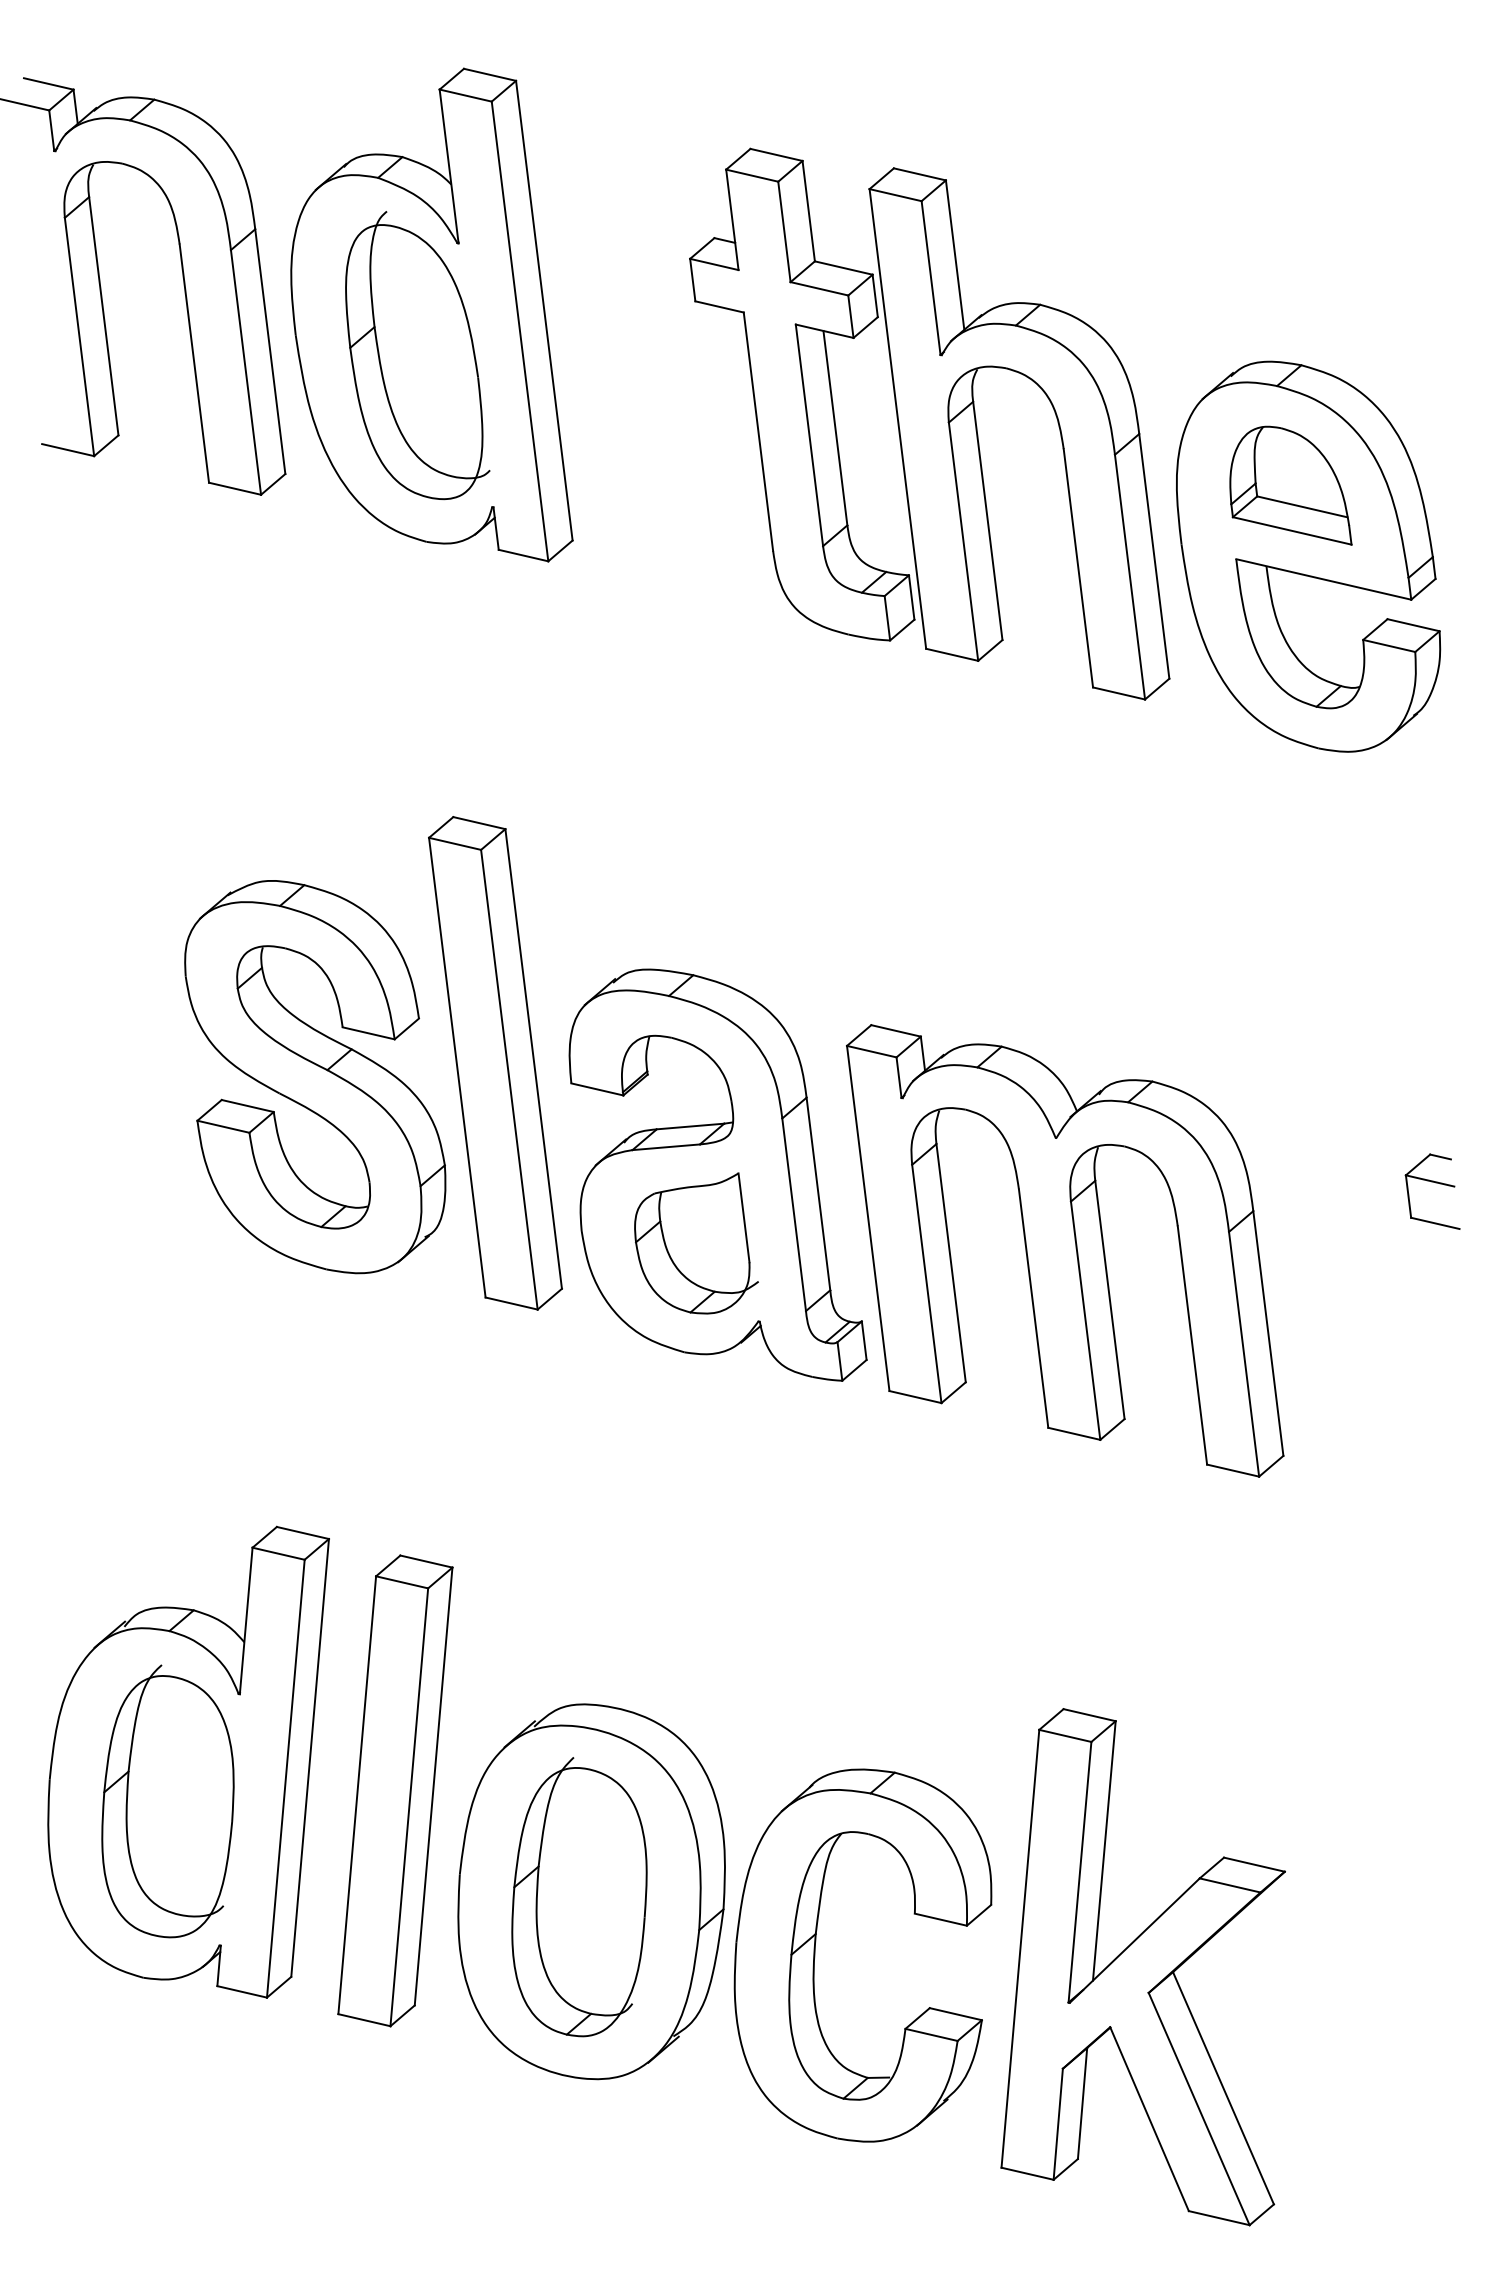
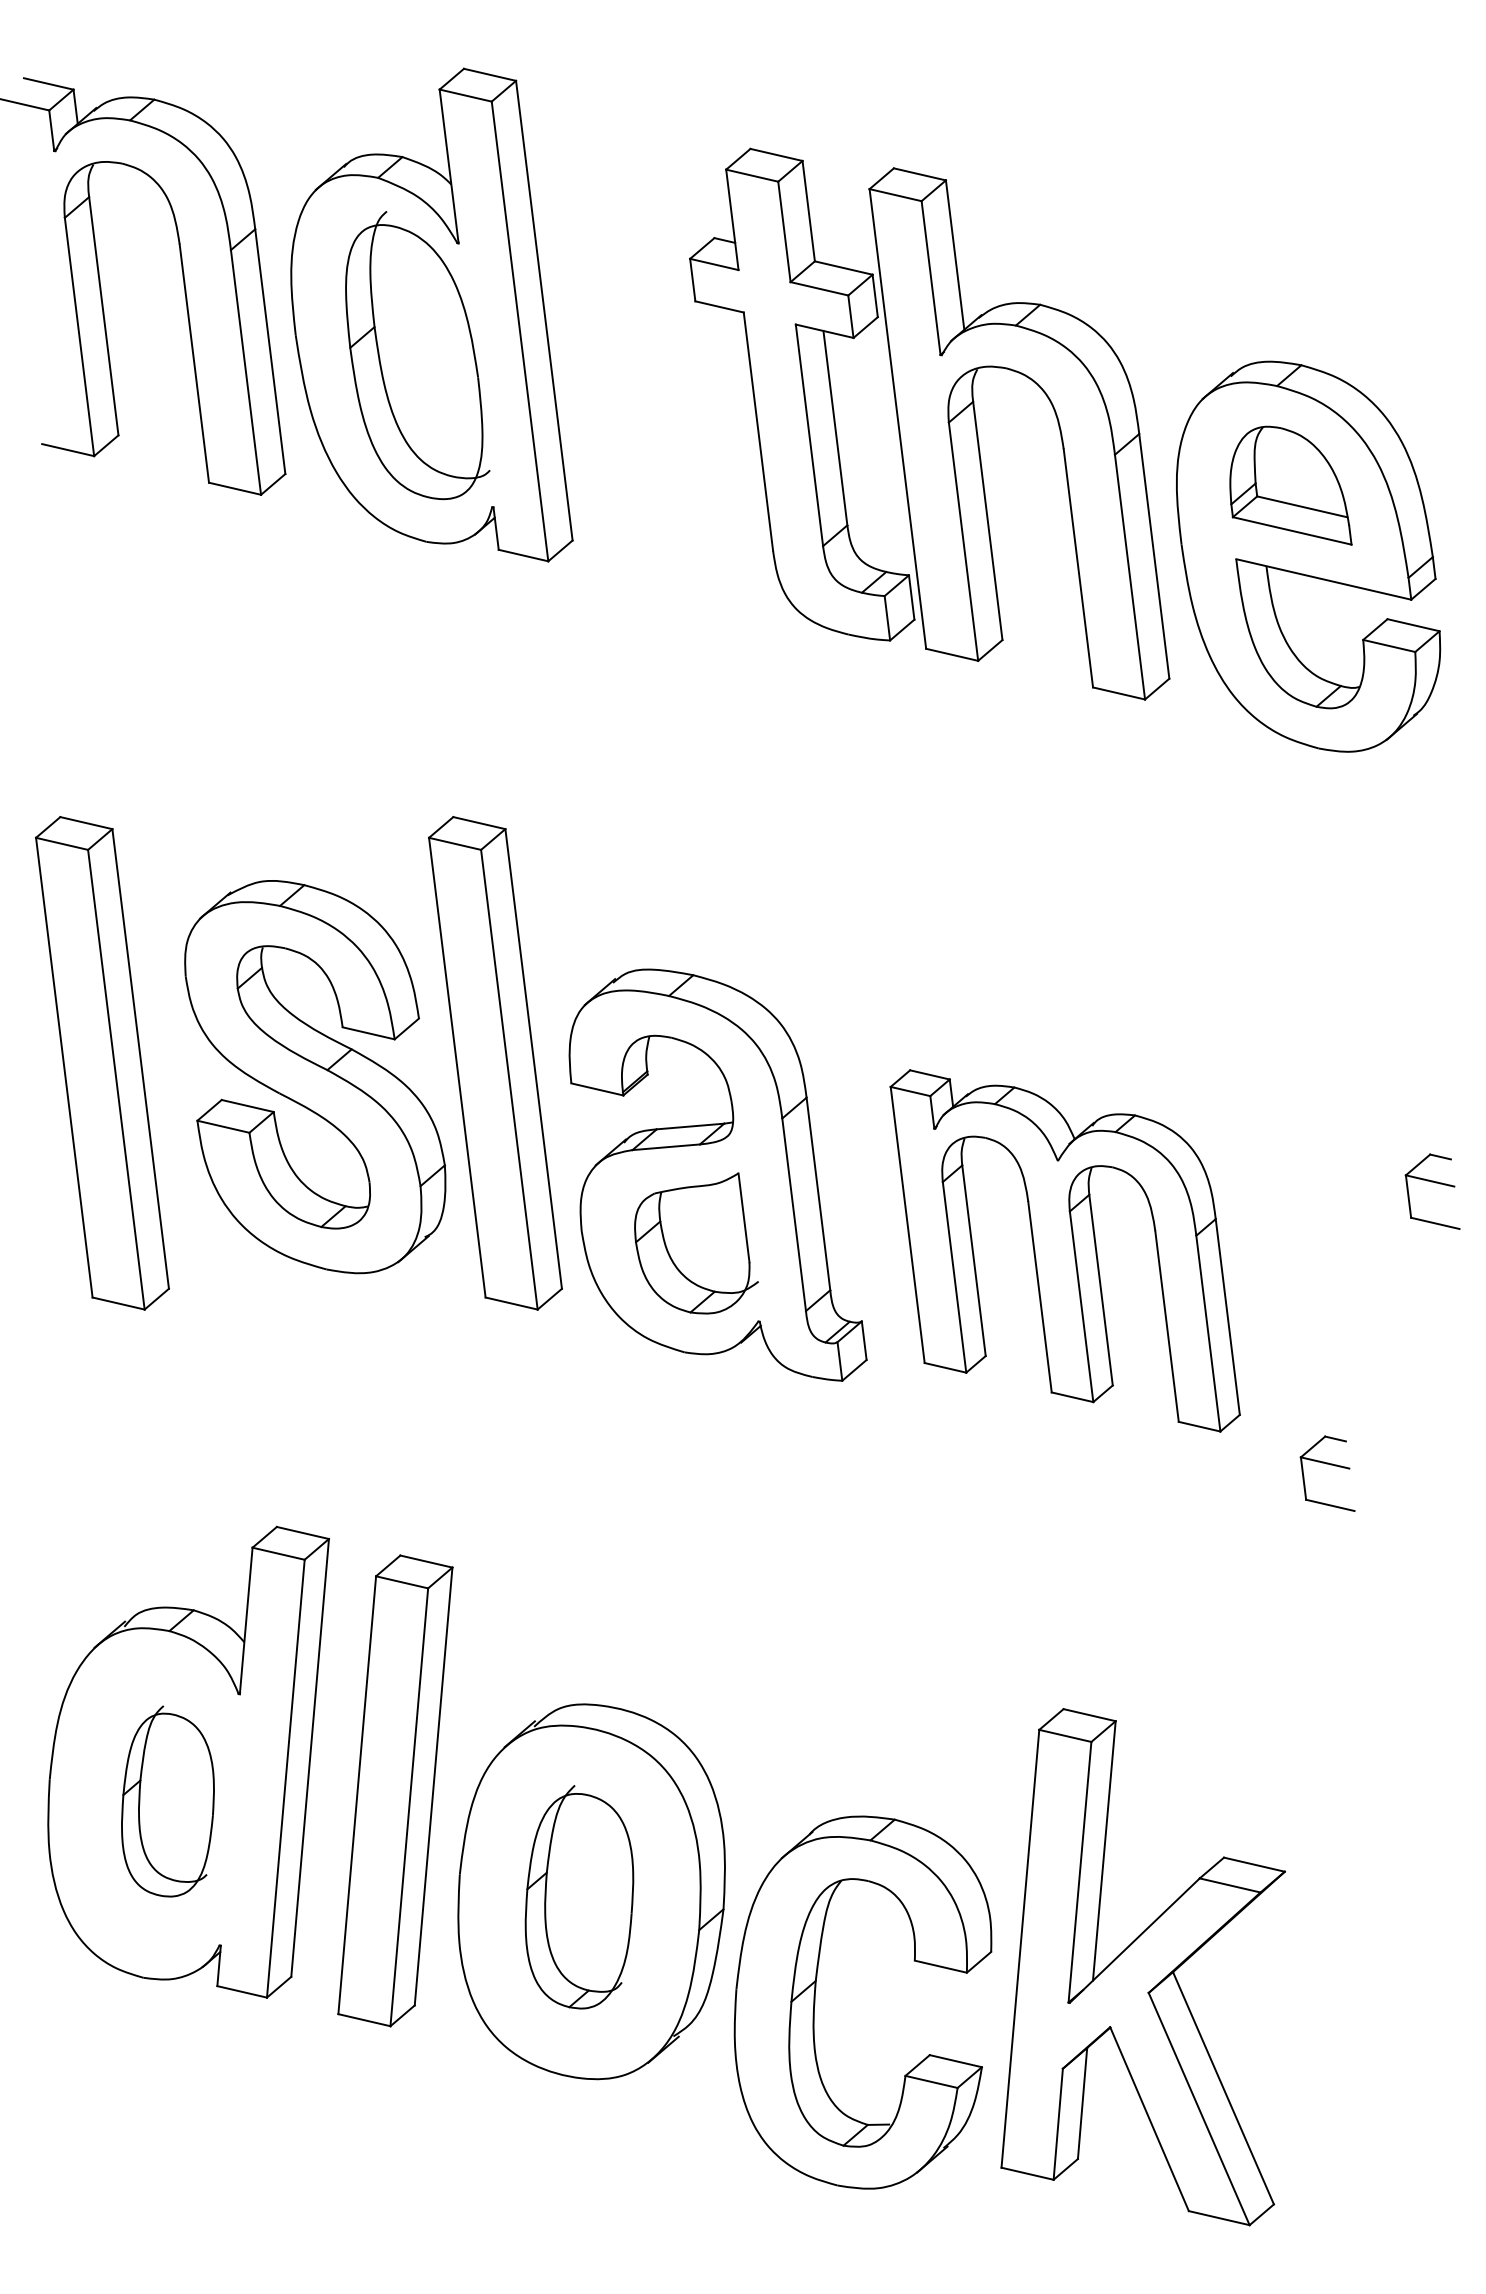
part at (102, 1063): none -> present
part at (1065, 1250) size: 439x454 px -> 352x364 px
part at (1330, 1465): none -> present
part at (167, 1801) size: 134x275 px -> 94x193 px
part at (579, 1897) size: 137x281 px -> 111x225 px
part at (815, 1955) position: (815, 1955) -> (815, 2002)
